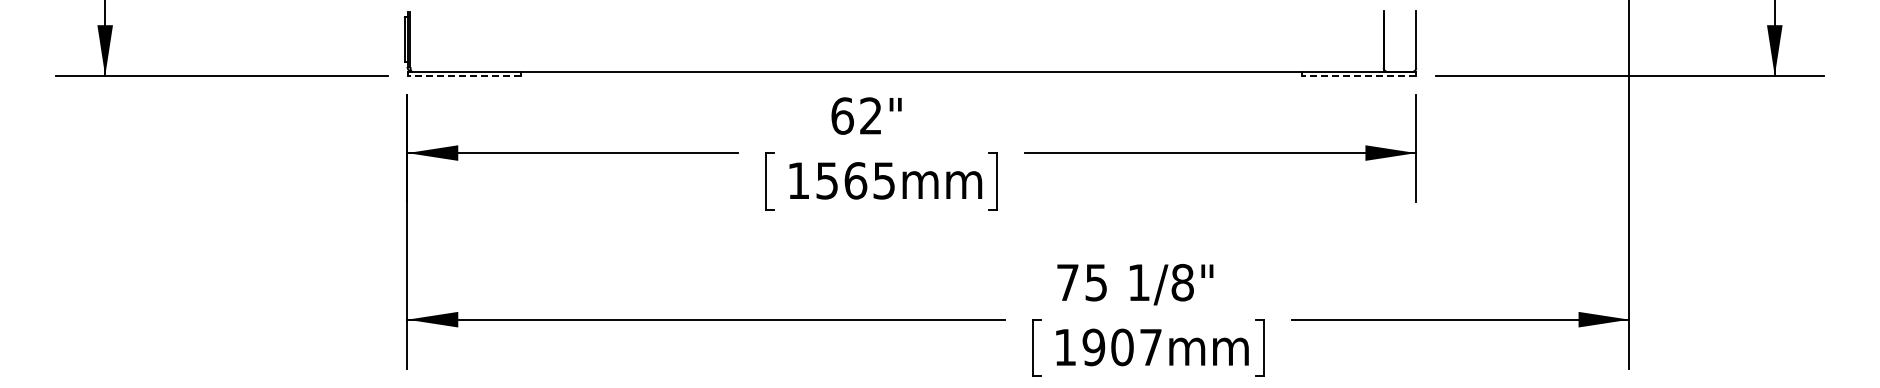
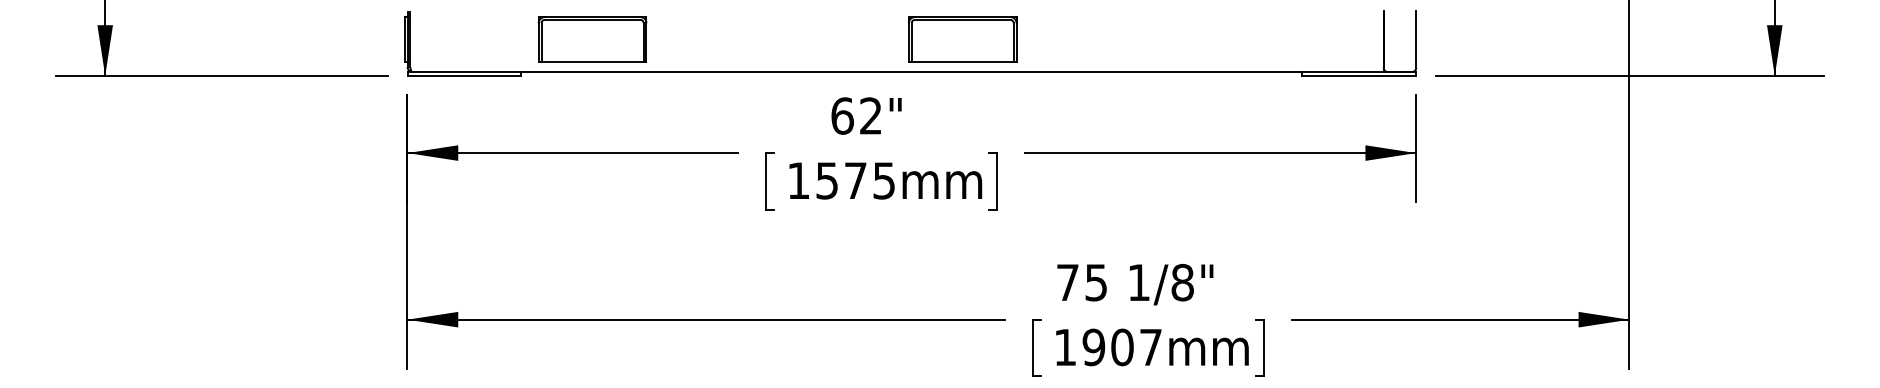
part at (592, 39): none -> present
part at (962, 39): none -> present
line at (464, 76): dashed -> solid
line at (1359, 76): dashed -> solid
text at (855, 180): 1565mm -> 1575mm
